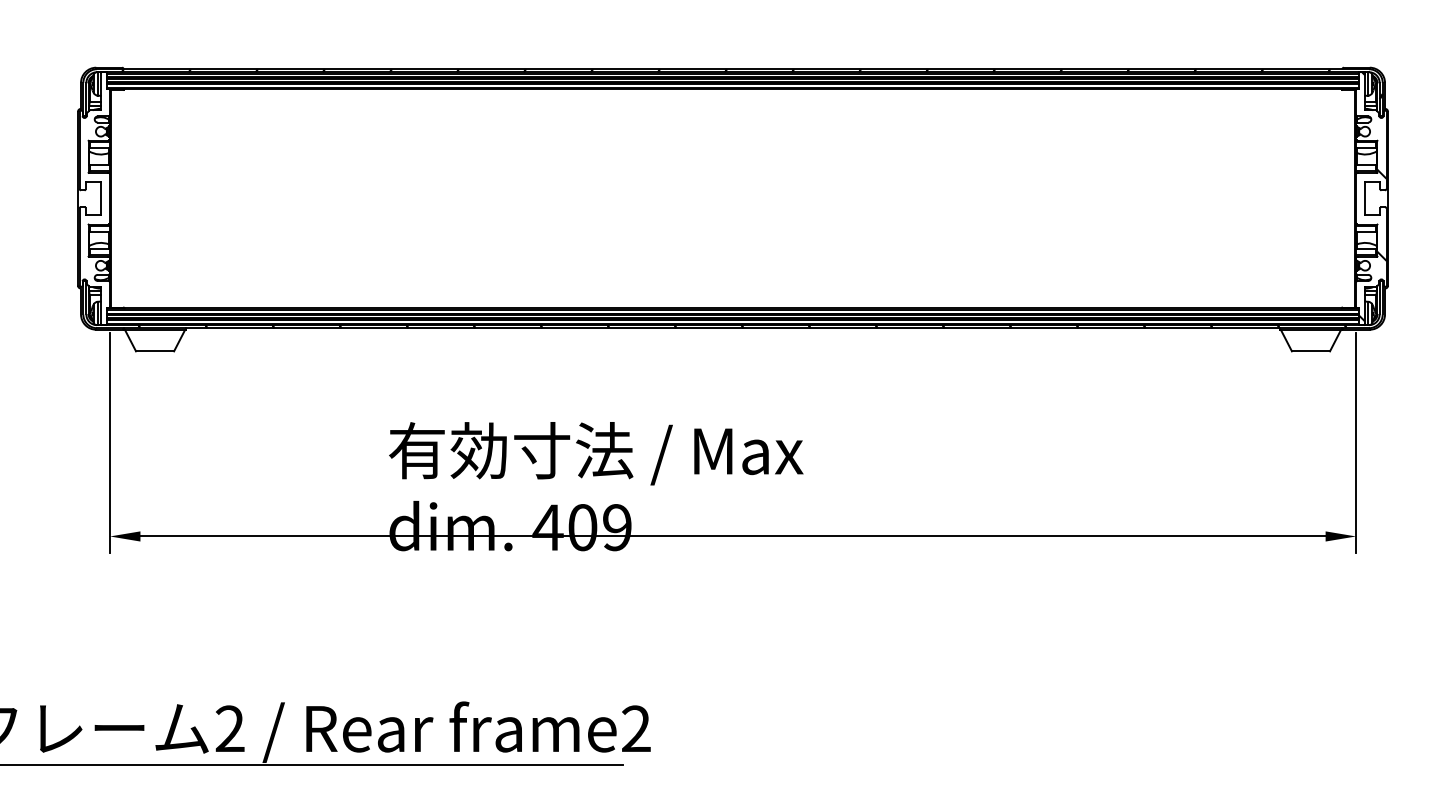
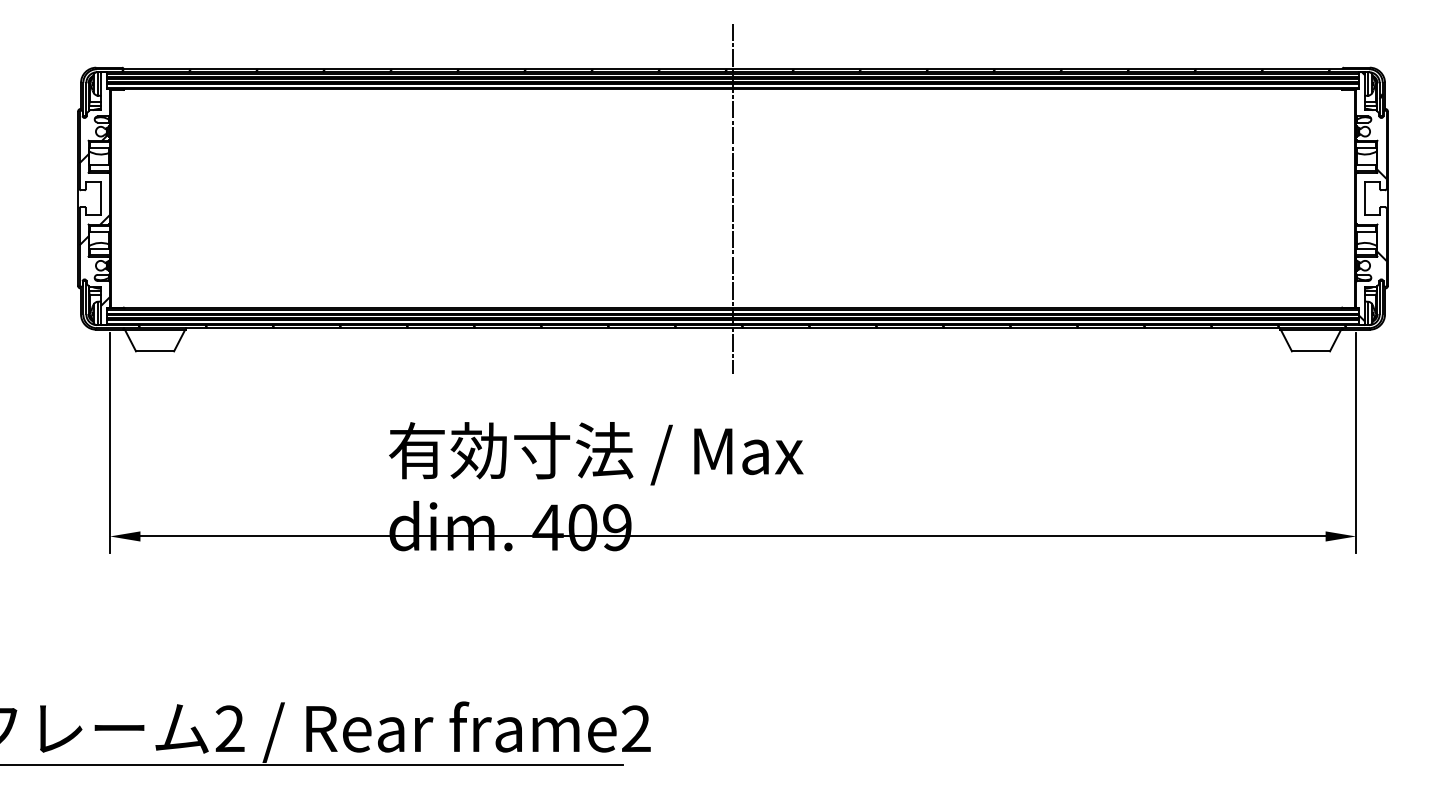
line at (733, 198): none -> present
hatch at (94, 220): none -> present
